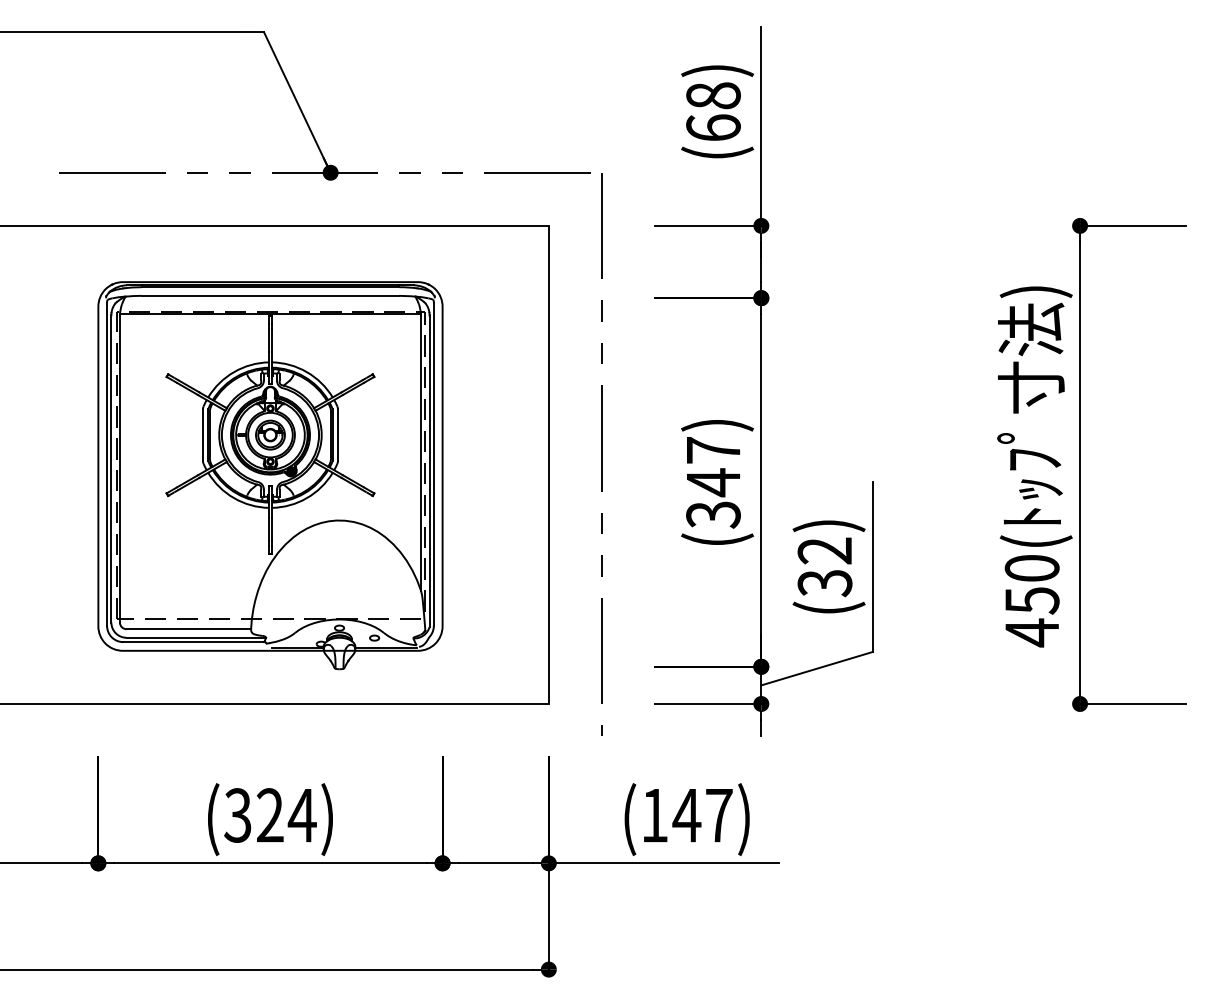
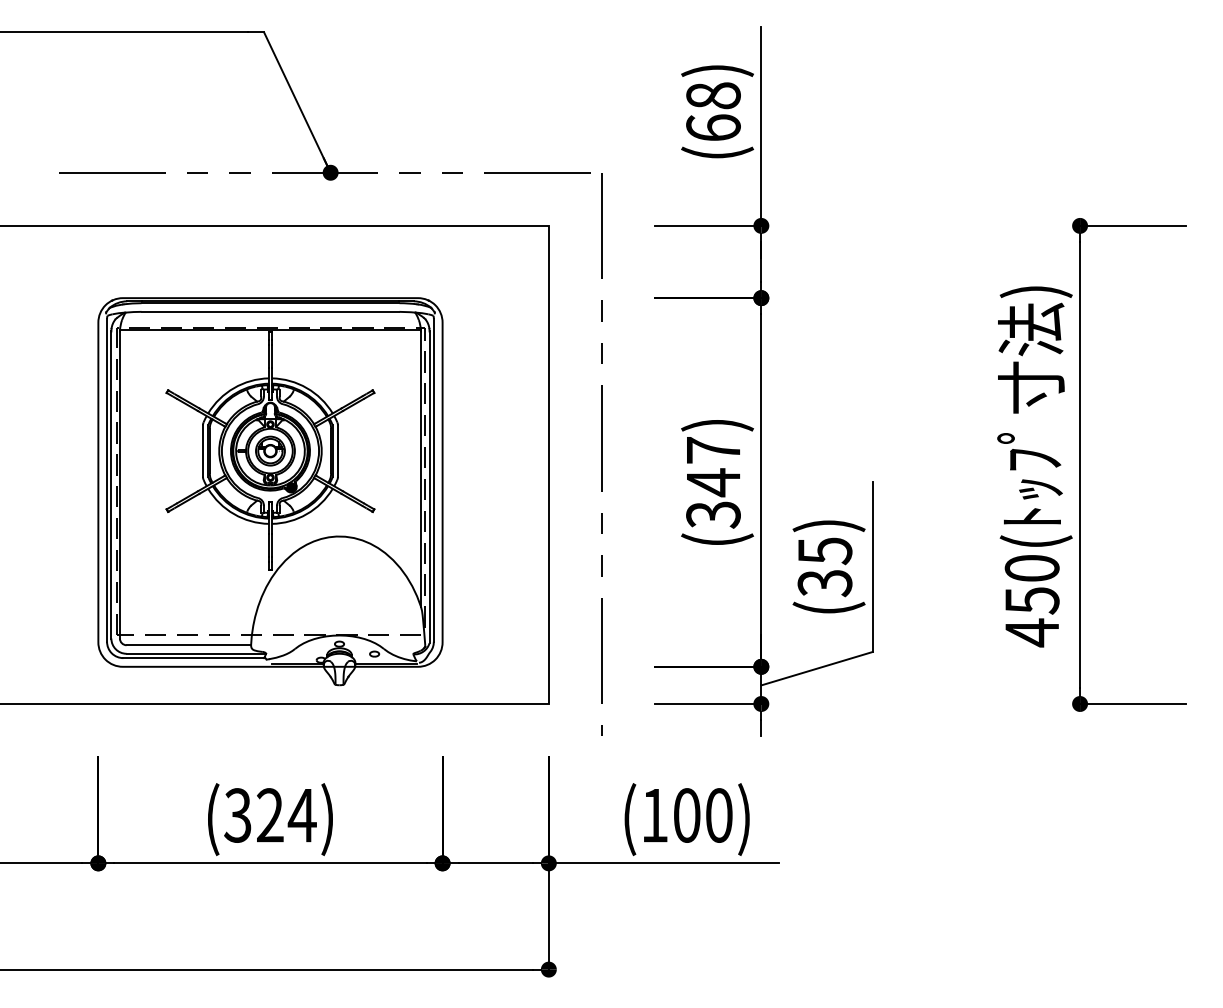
part at (270, 475) position: (270, 475) -> (270, 491)
text at (824, 551): (32) -> (35)
text at (702, 815): (147) -> (100)
